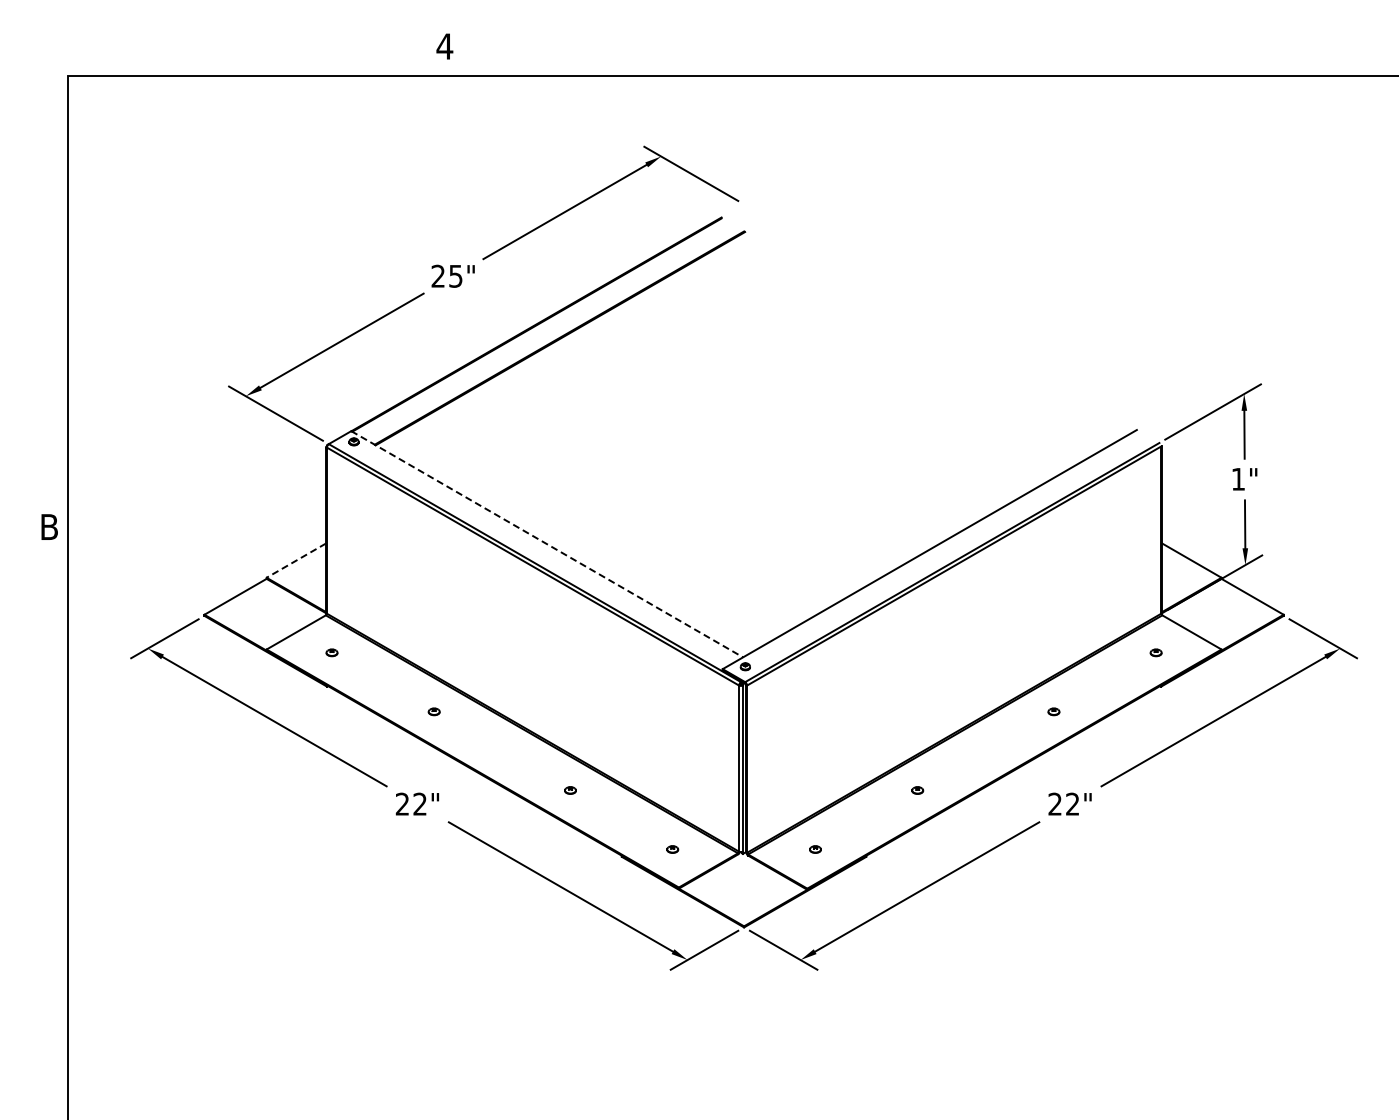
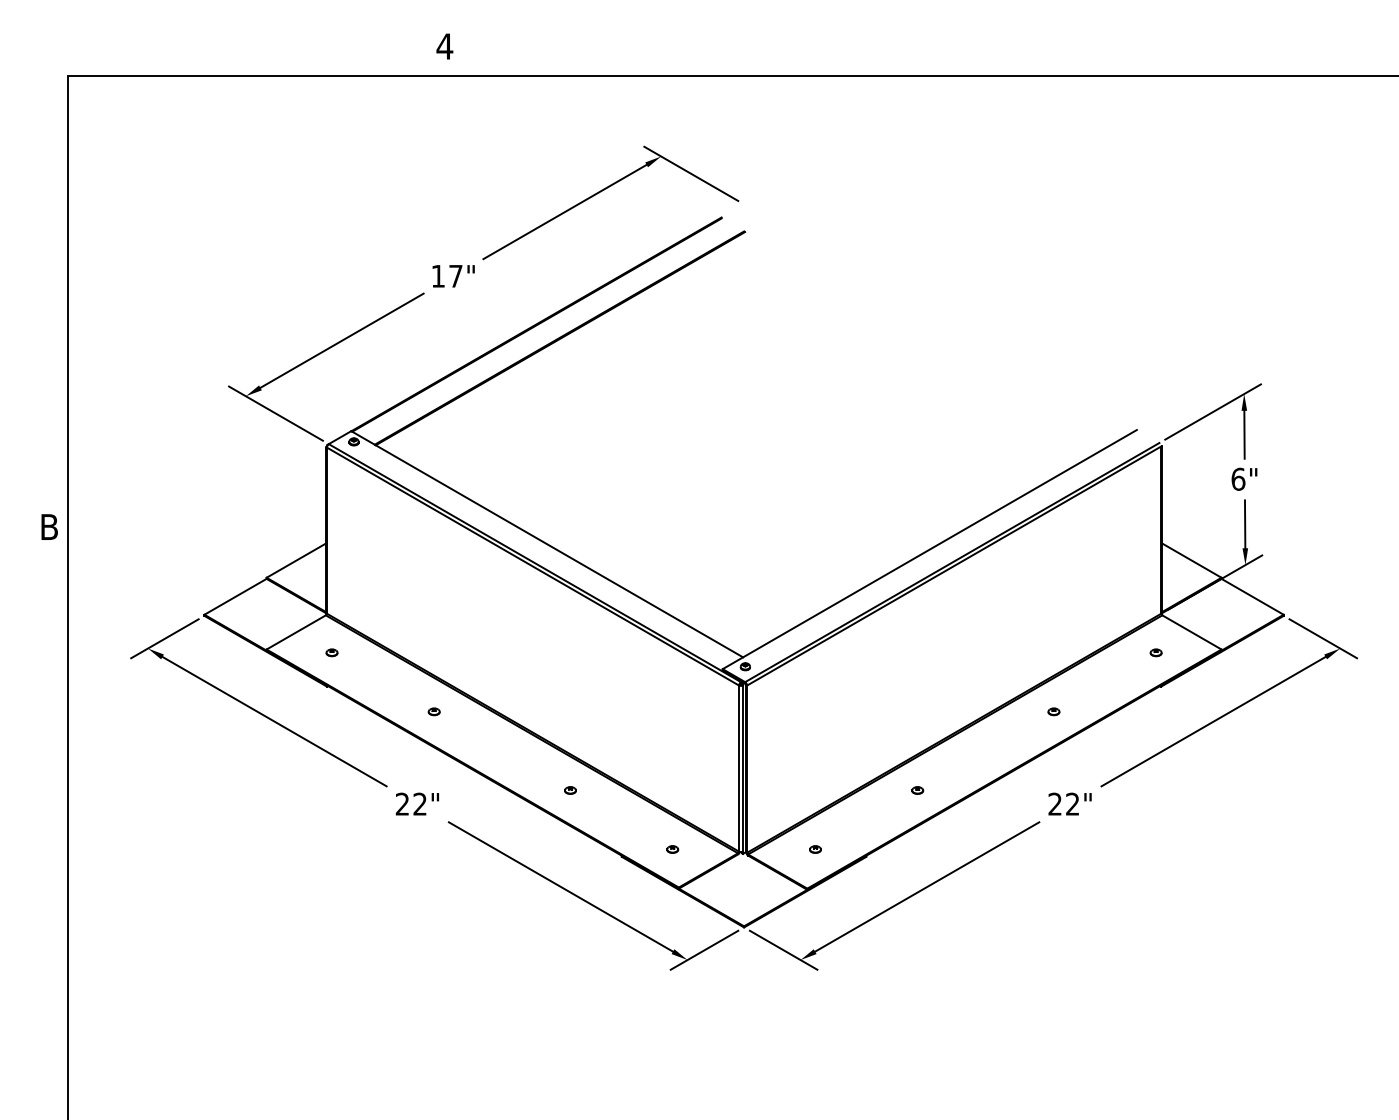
text at (446, 275): 25" -> 17"
text at (1238, 478): 1" -> 6"
line at (547, 544): dashed -> solid
line at (295, 560): dashed -> solid
